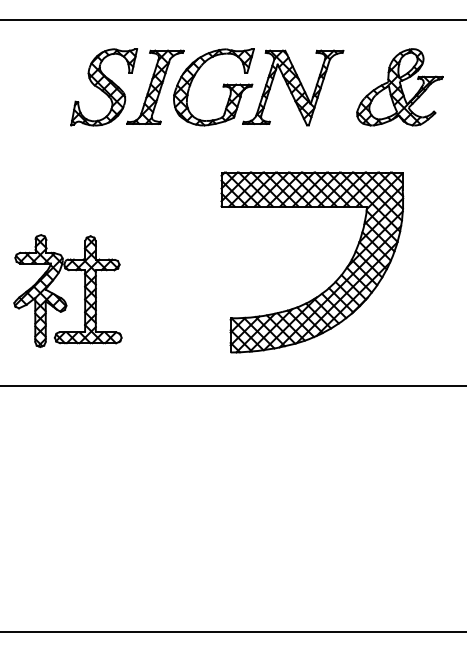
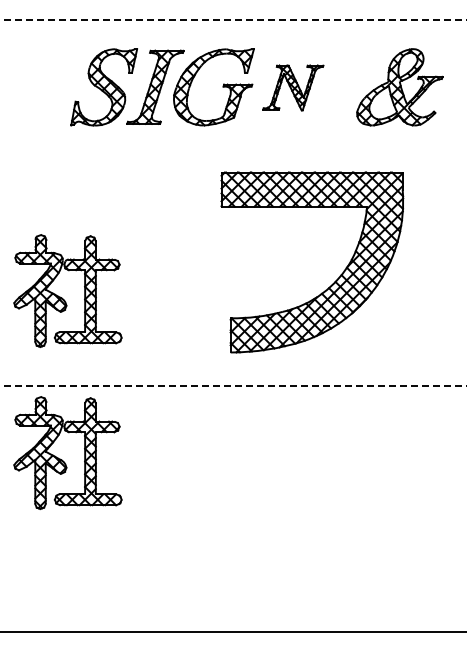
line at (232, 19): solid -> dashed
part at (293, 87) size: 103x78 px -> 63x48 px
line at (232, 385): solid -> dashed
part at (62, 459): none -> present
